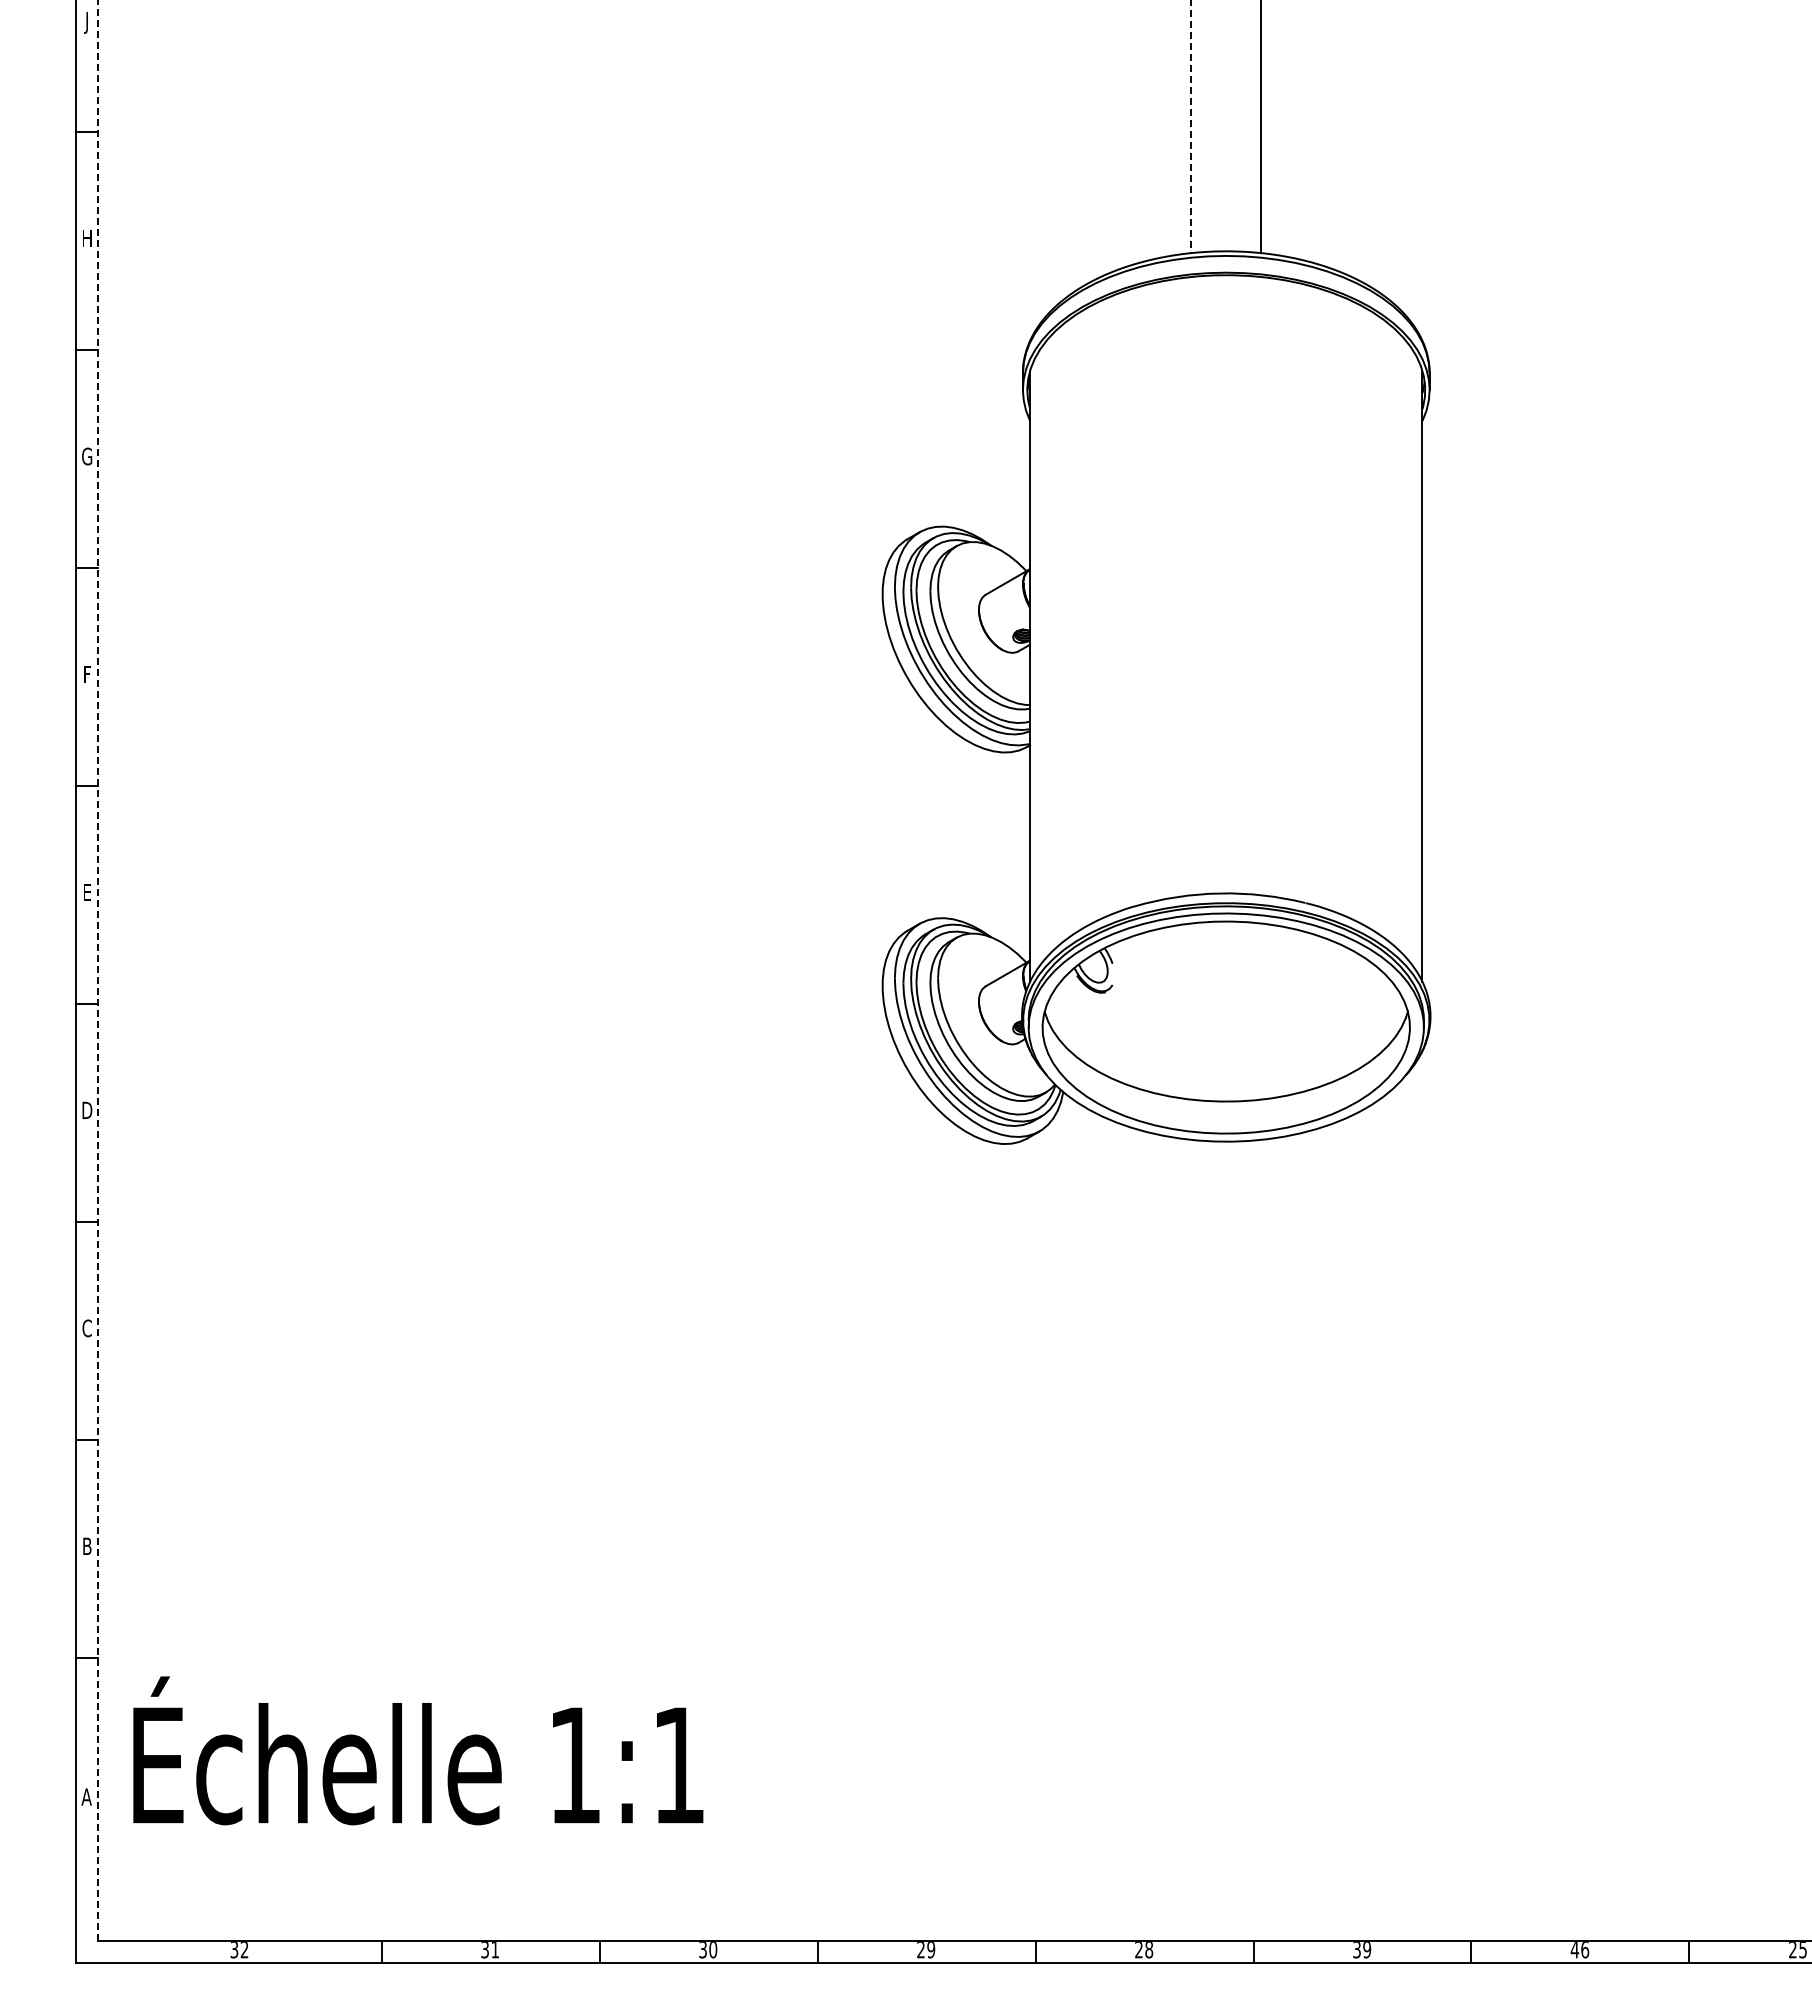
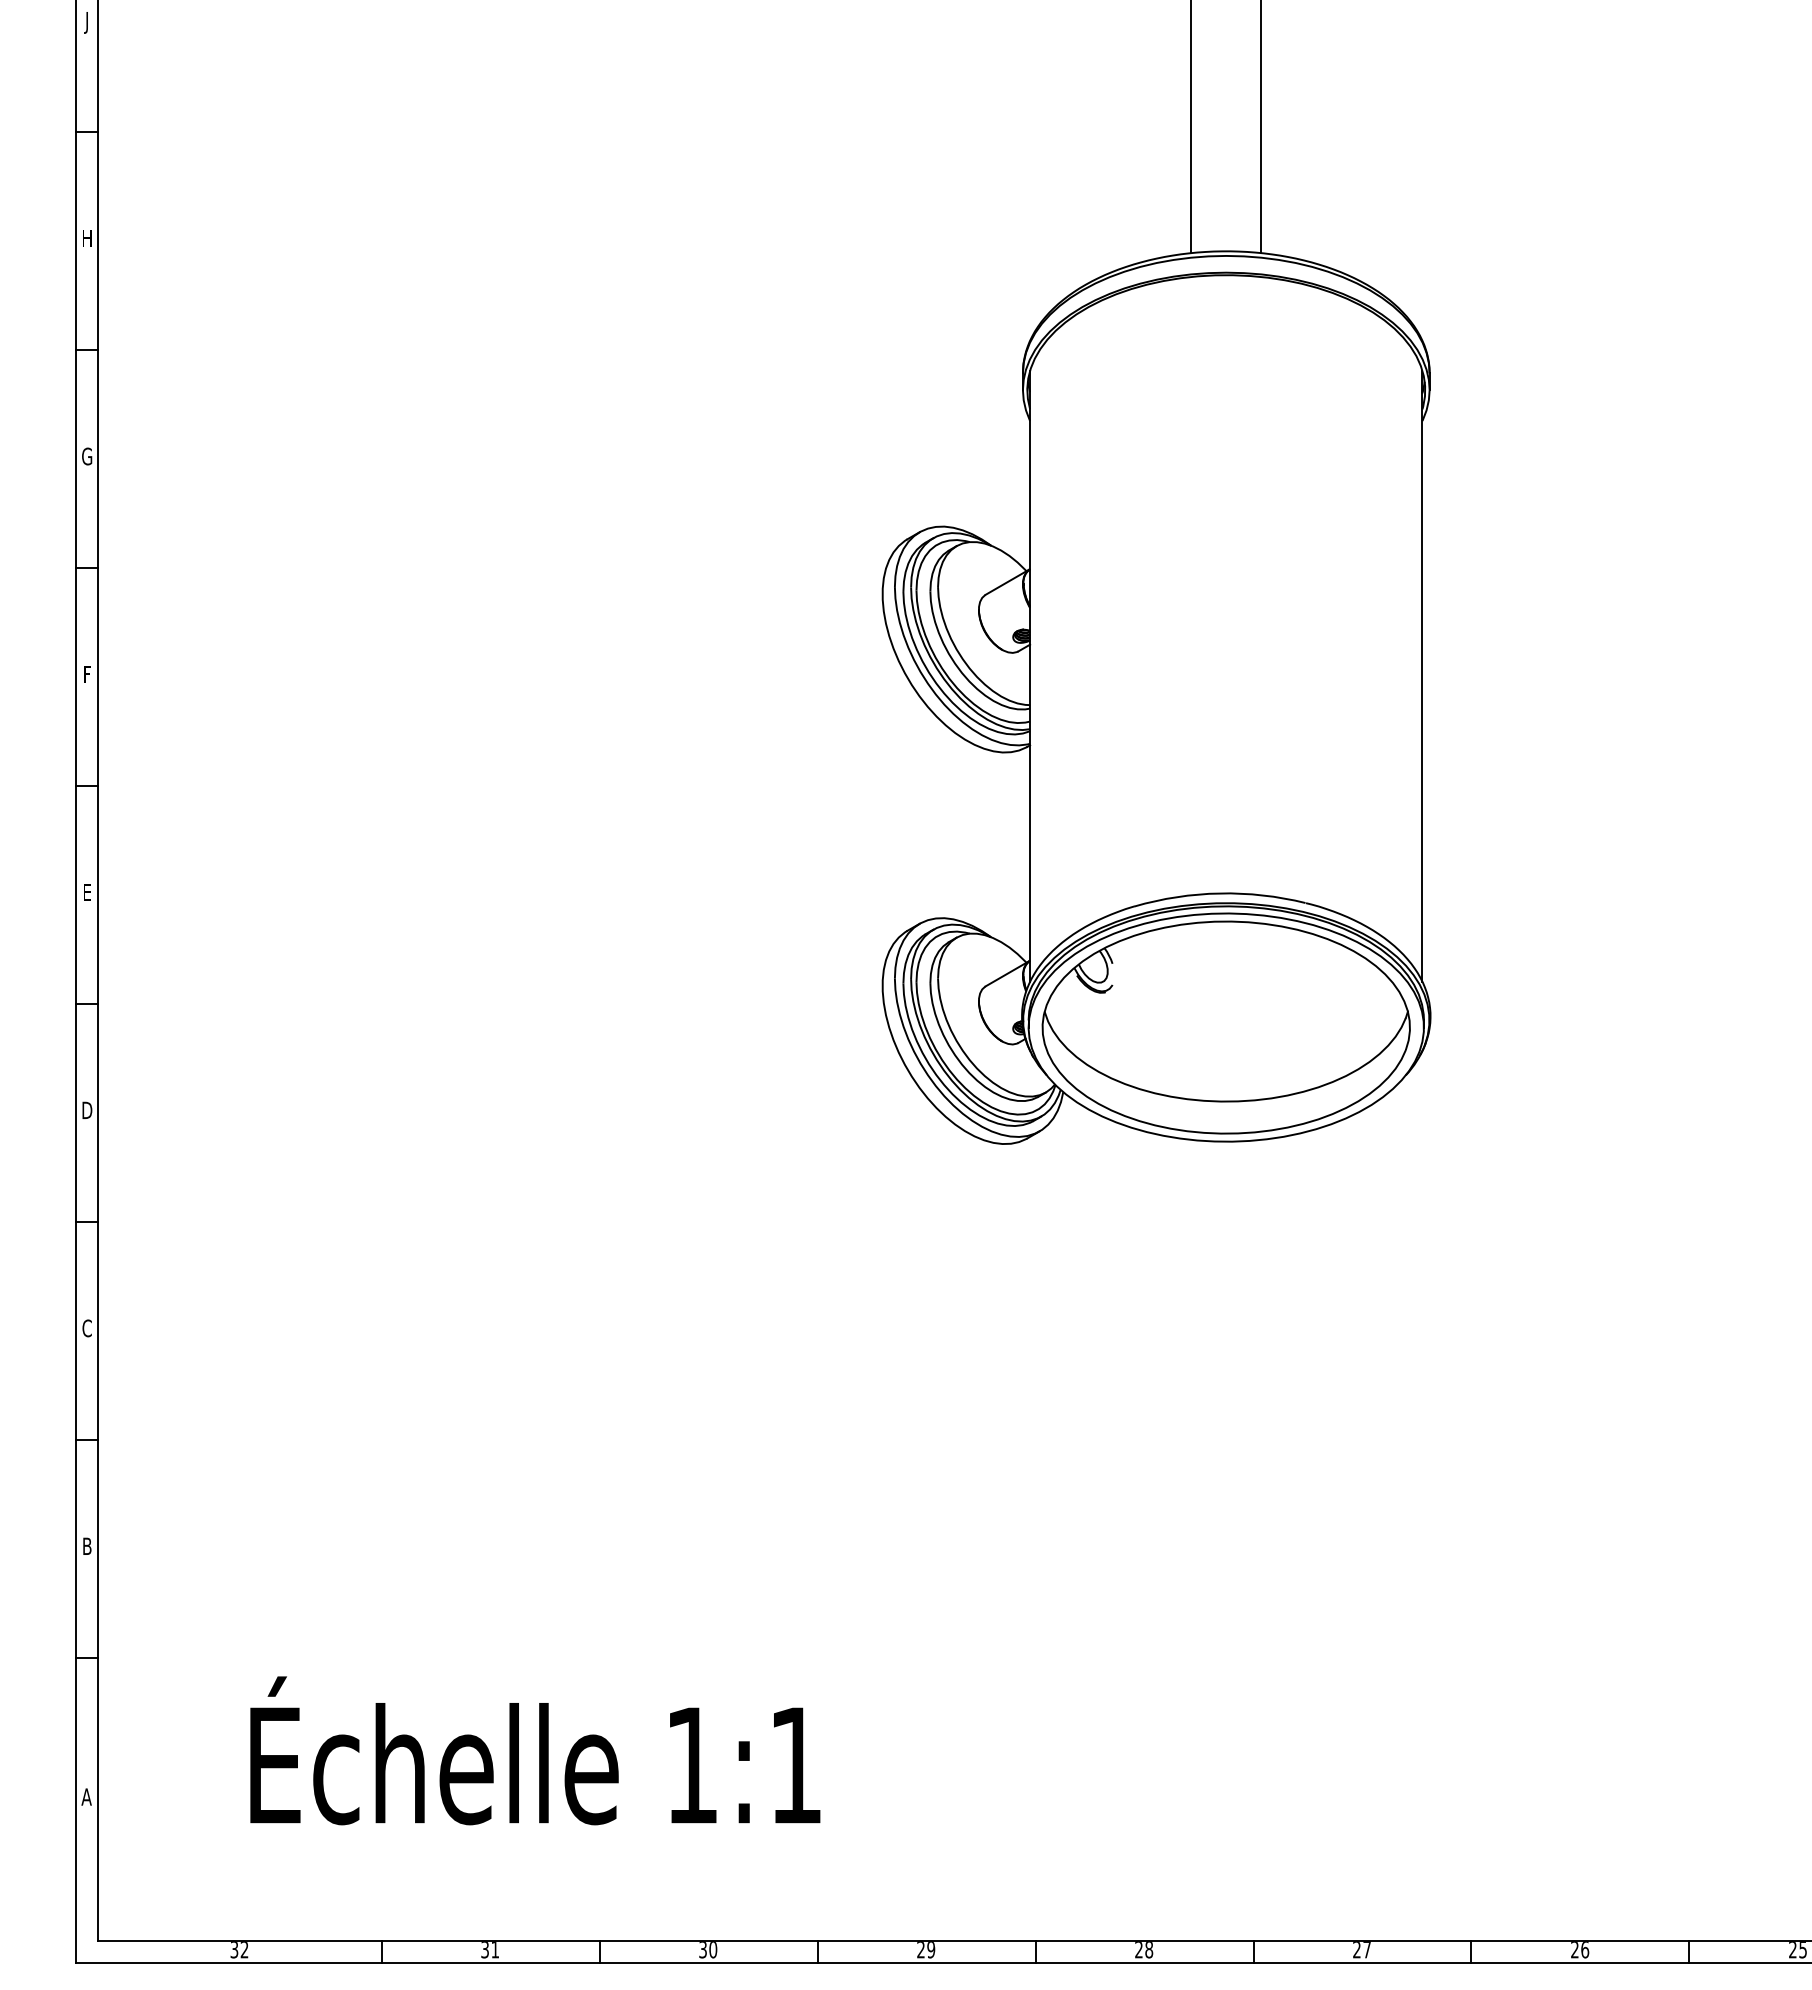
line at (1191, 127): dashed -> solid
line at (98, 971): dashed -> solid
text at (418, 1750) position: (418, 1750) -> (535, 1750)
text at (1362, 1950): 39 -> 27
text at (1574, 1950): 46 -> 26
